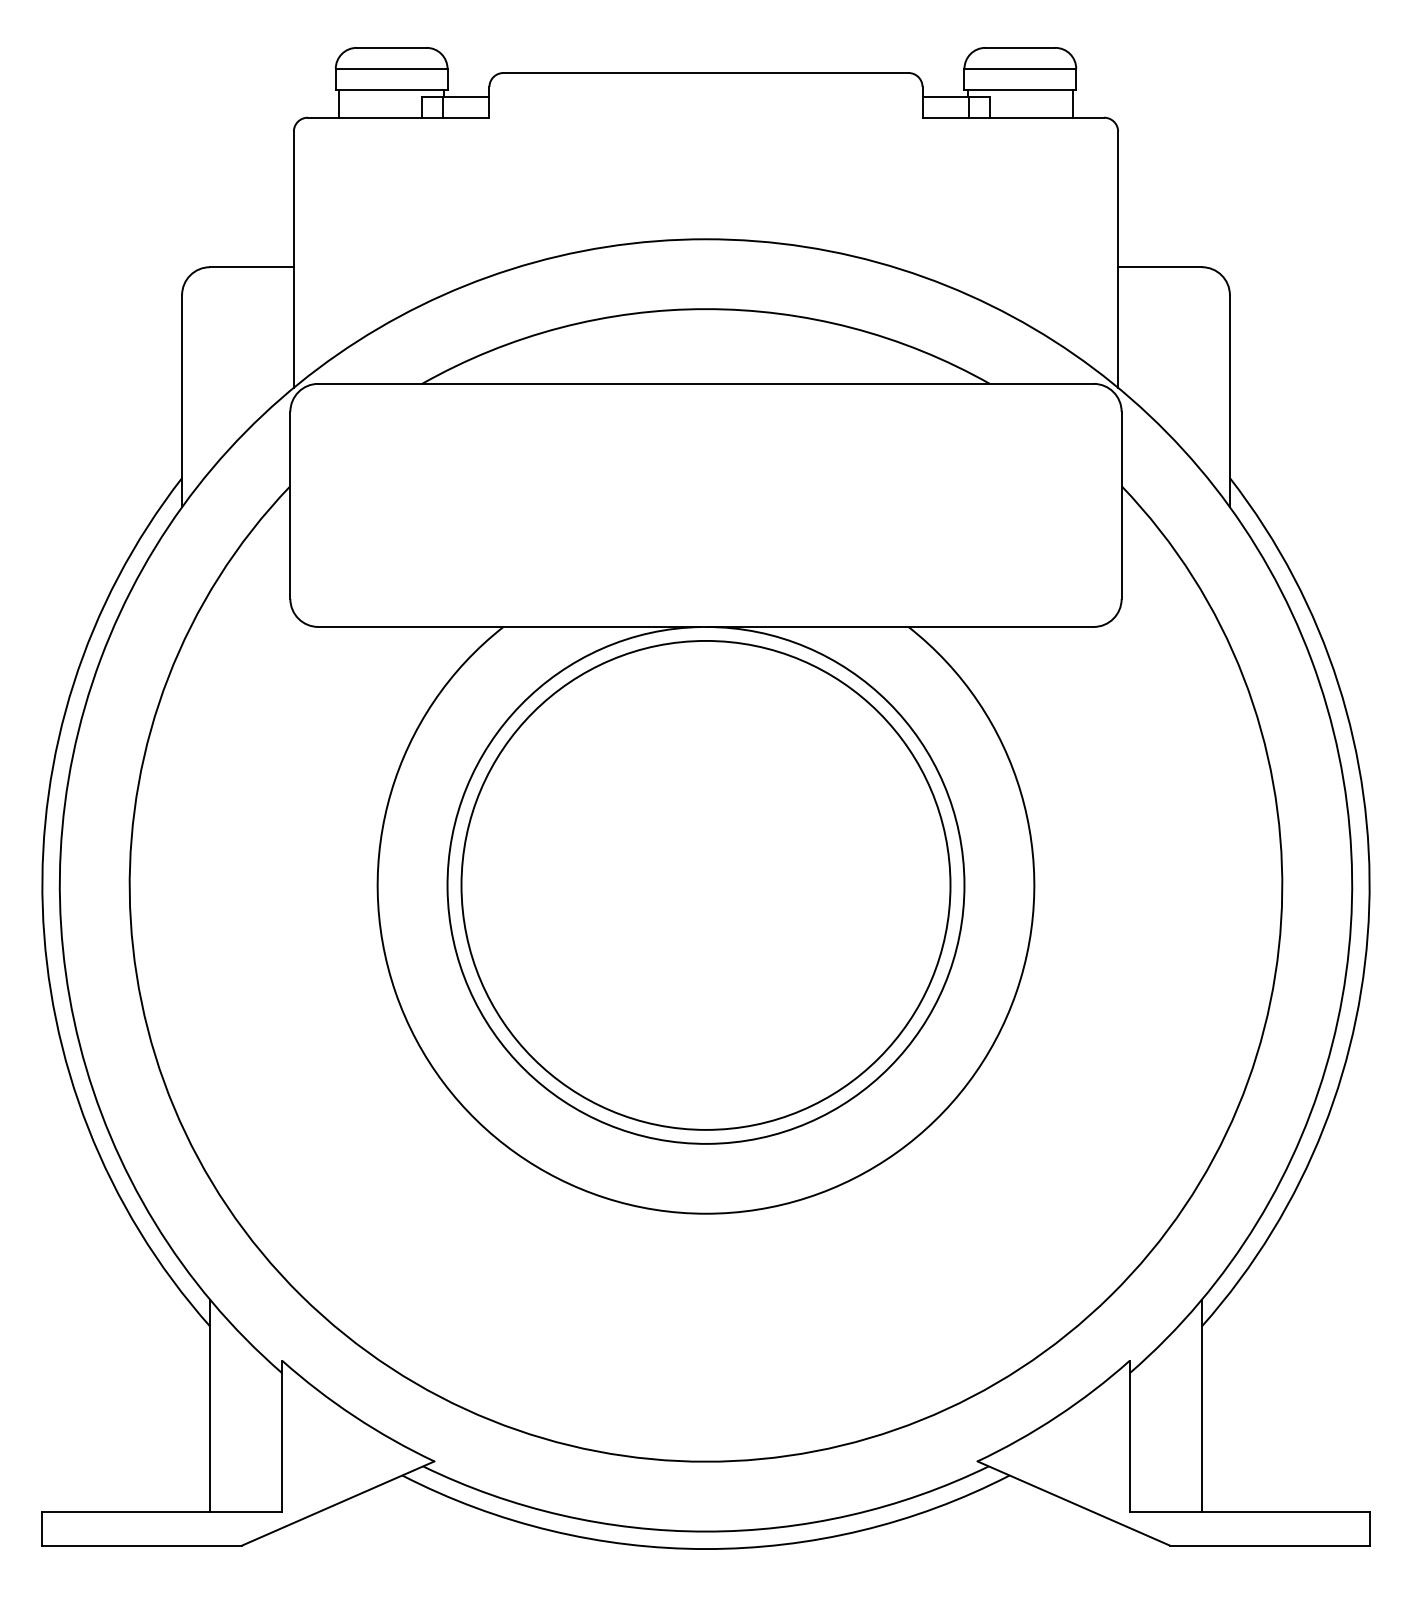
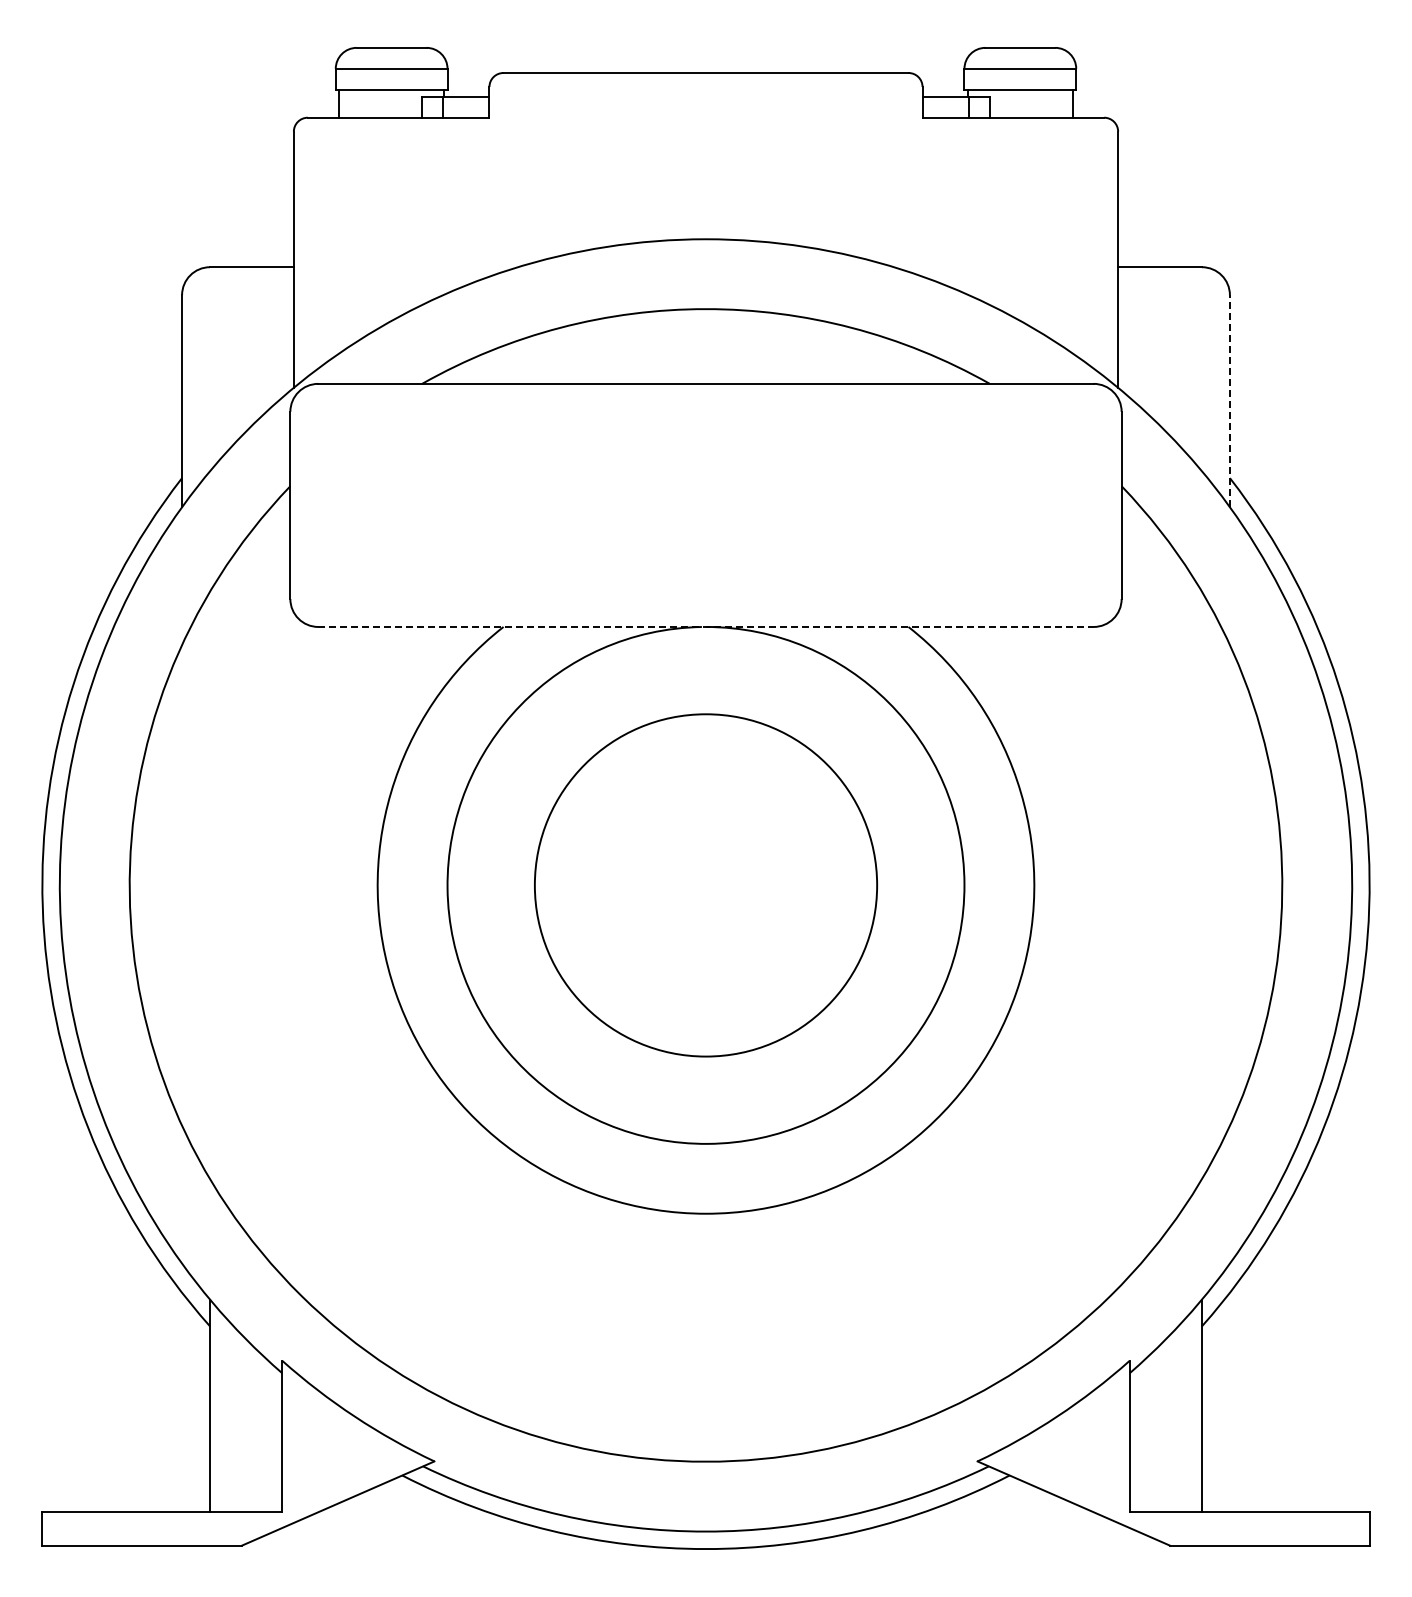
line at (1229, 400): solid -> dashed
line at (706, 626): solid -> dashed
circle at (705, 884) diameter: 489 px -> 342 px
